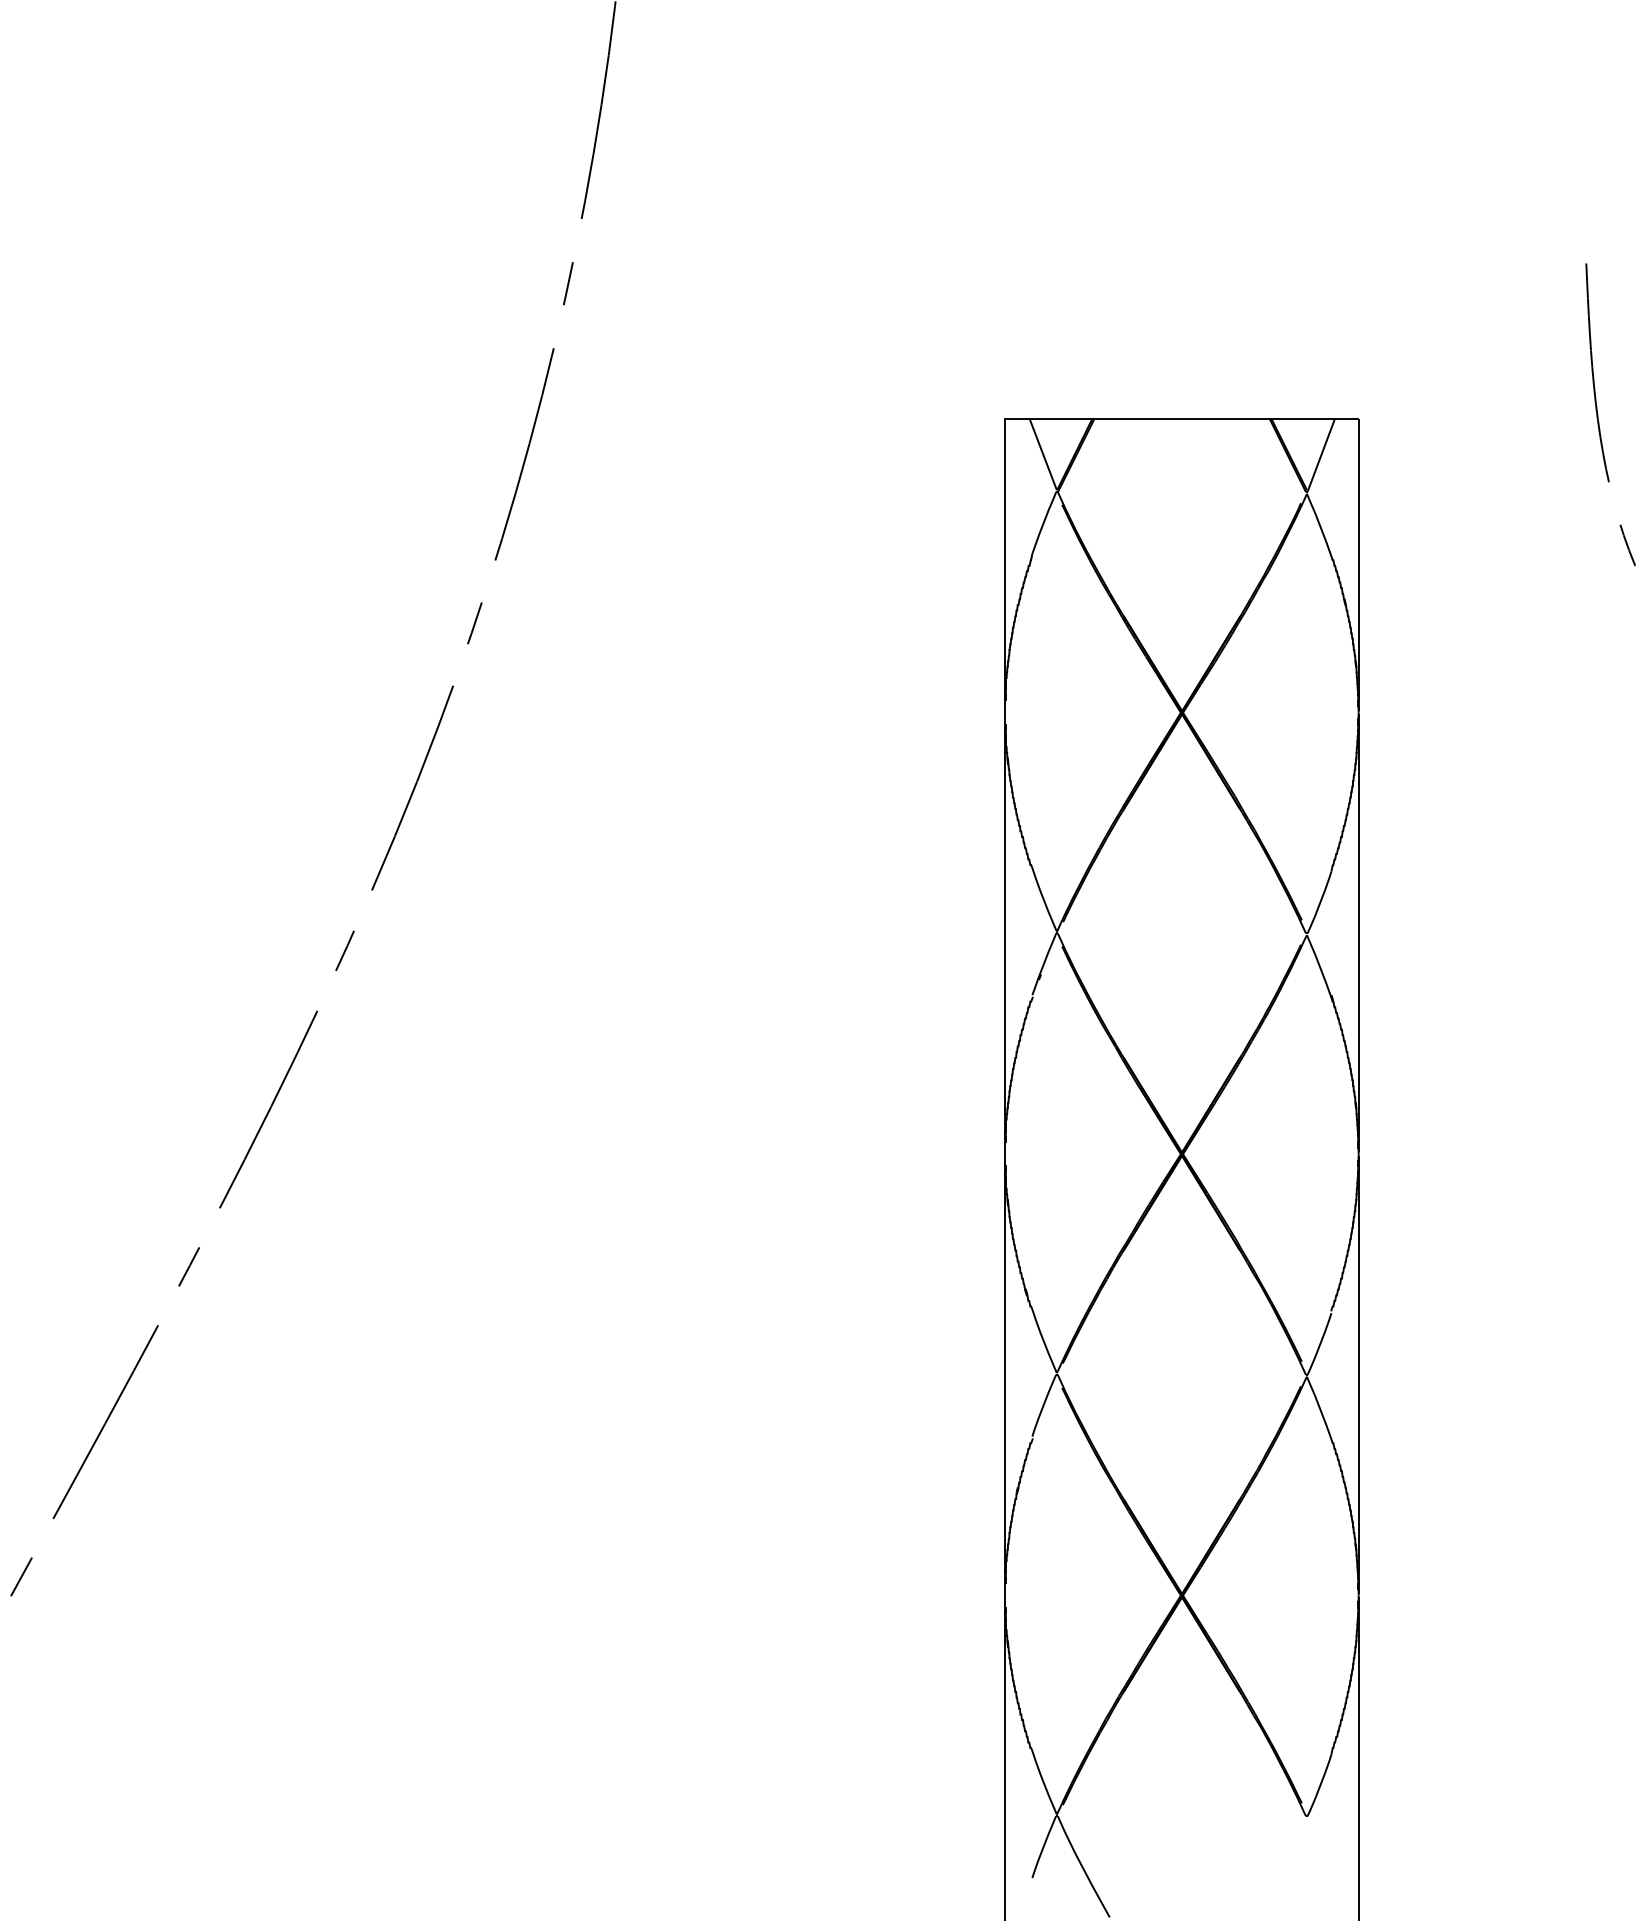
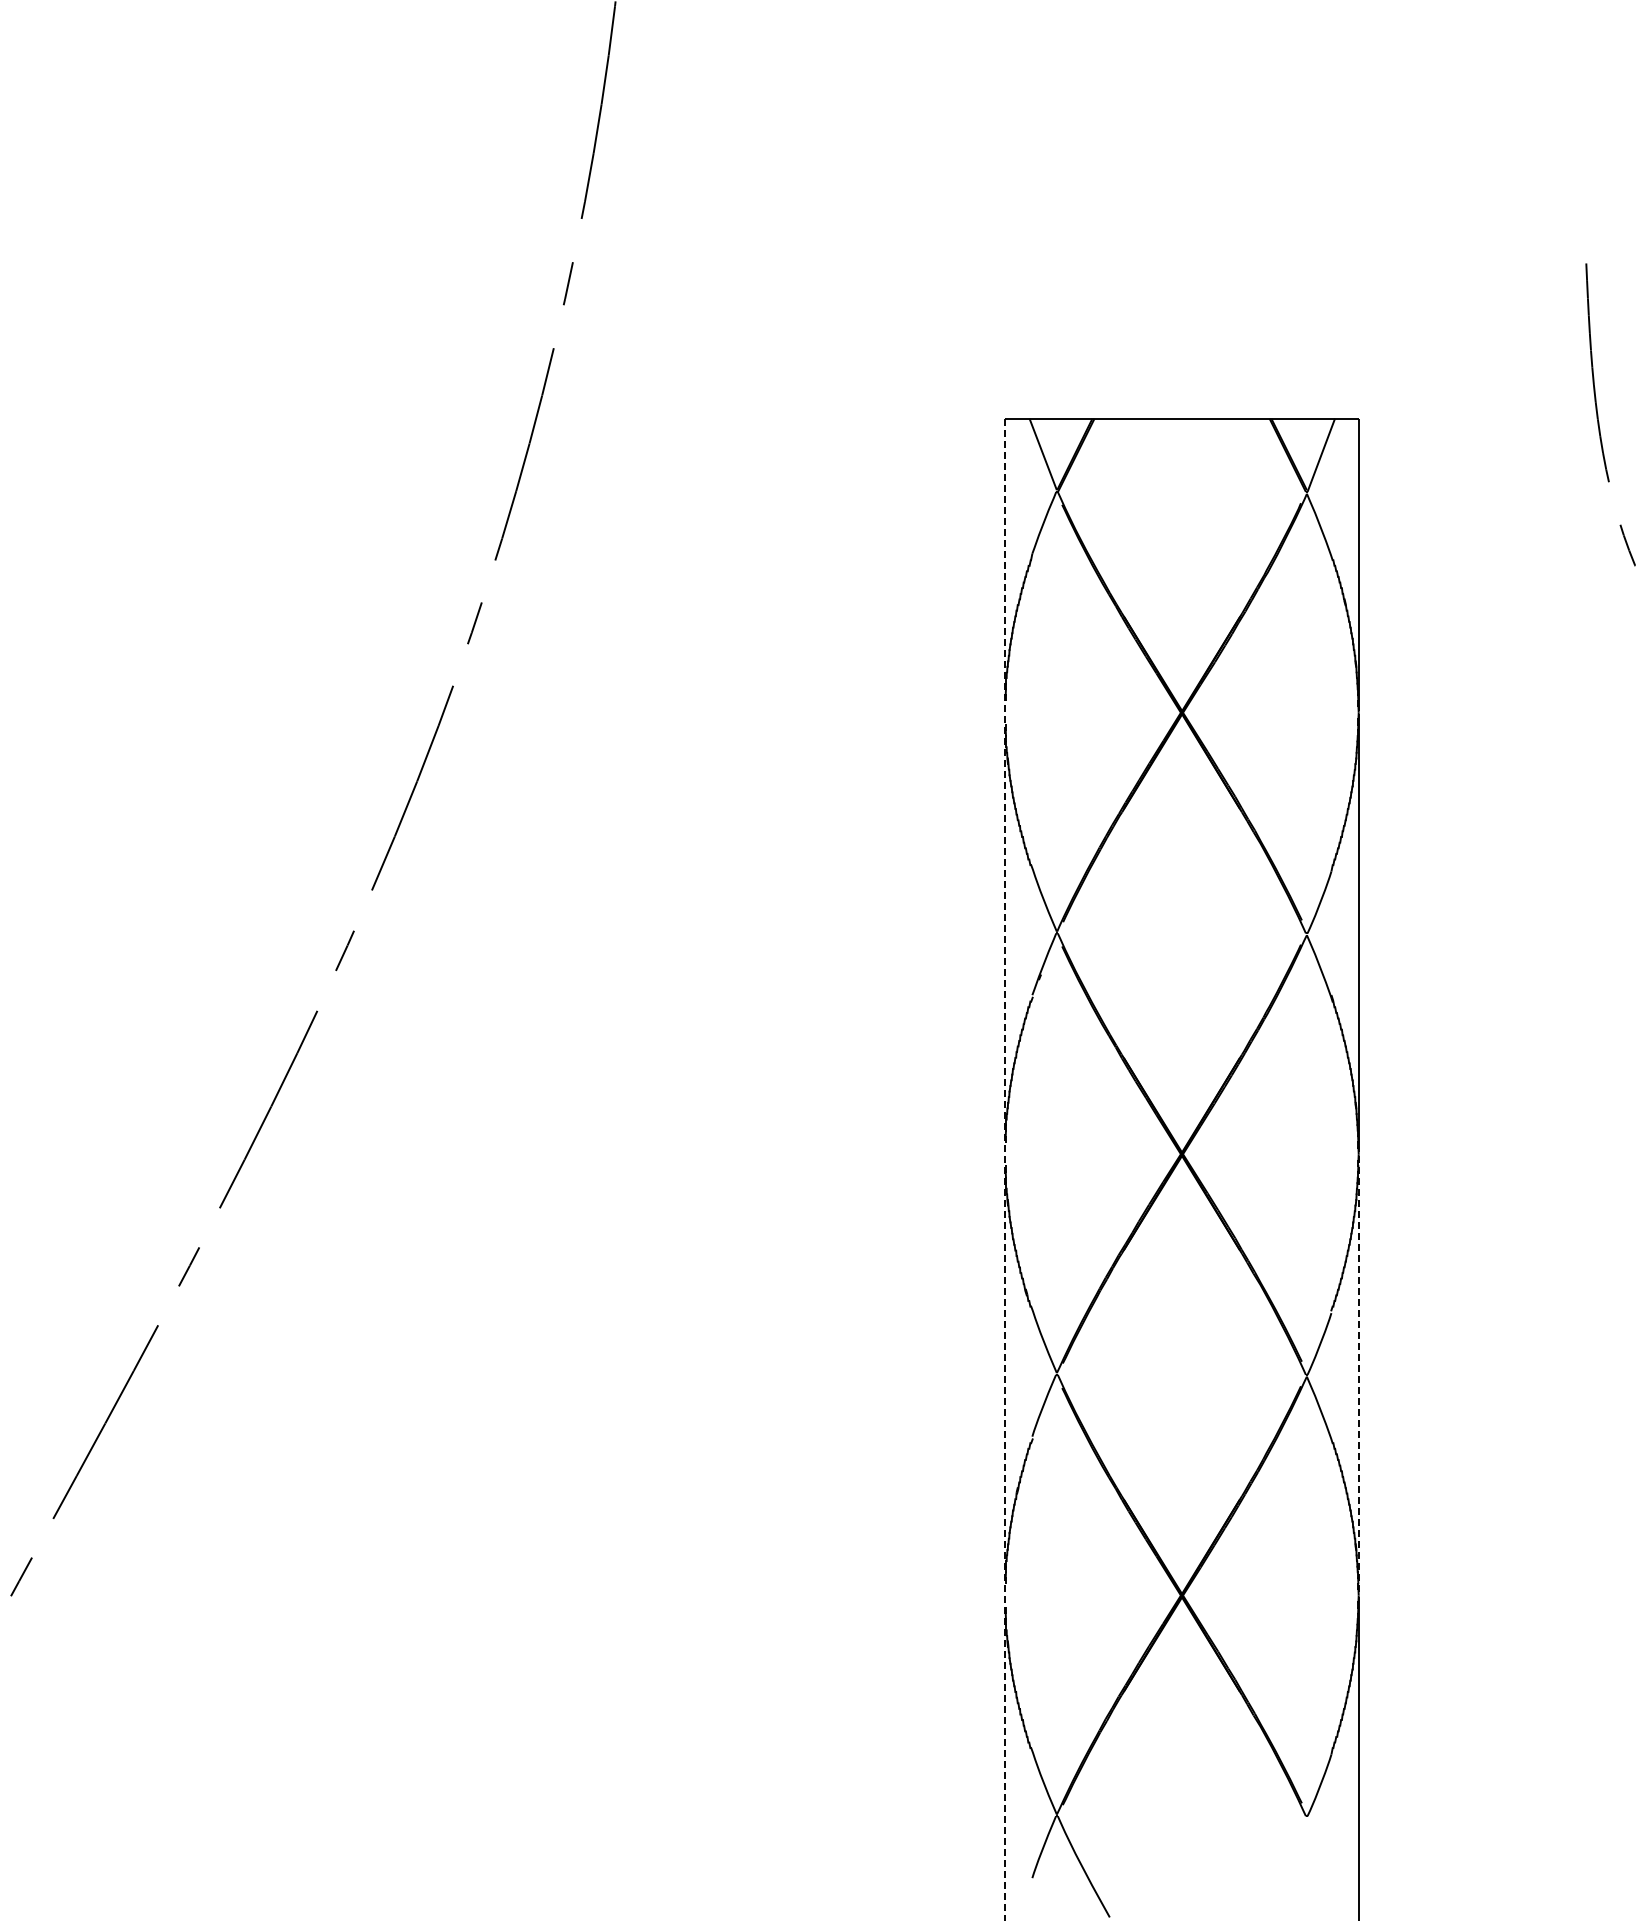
line at (1005, 1169): solid -> dashed
line at (1358, 1374): solid -> dashed
